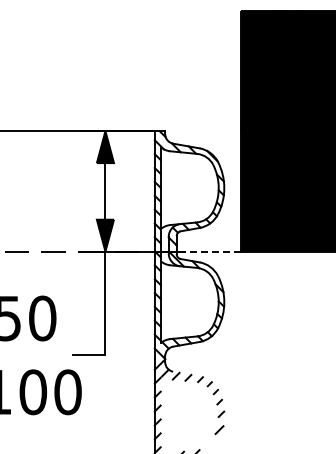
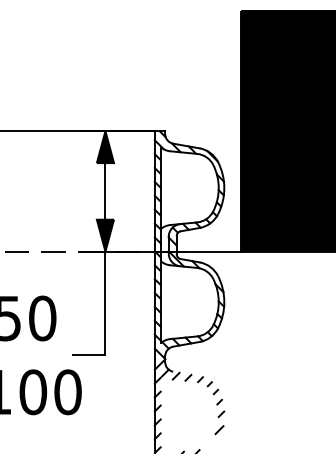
line at (208, 251): dashed -> solid
